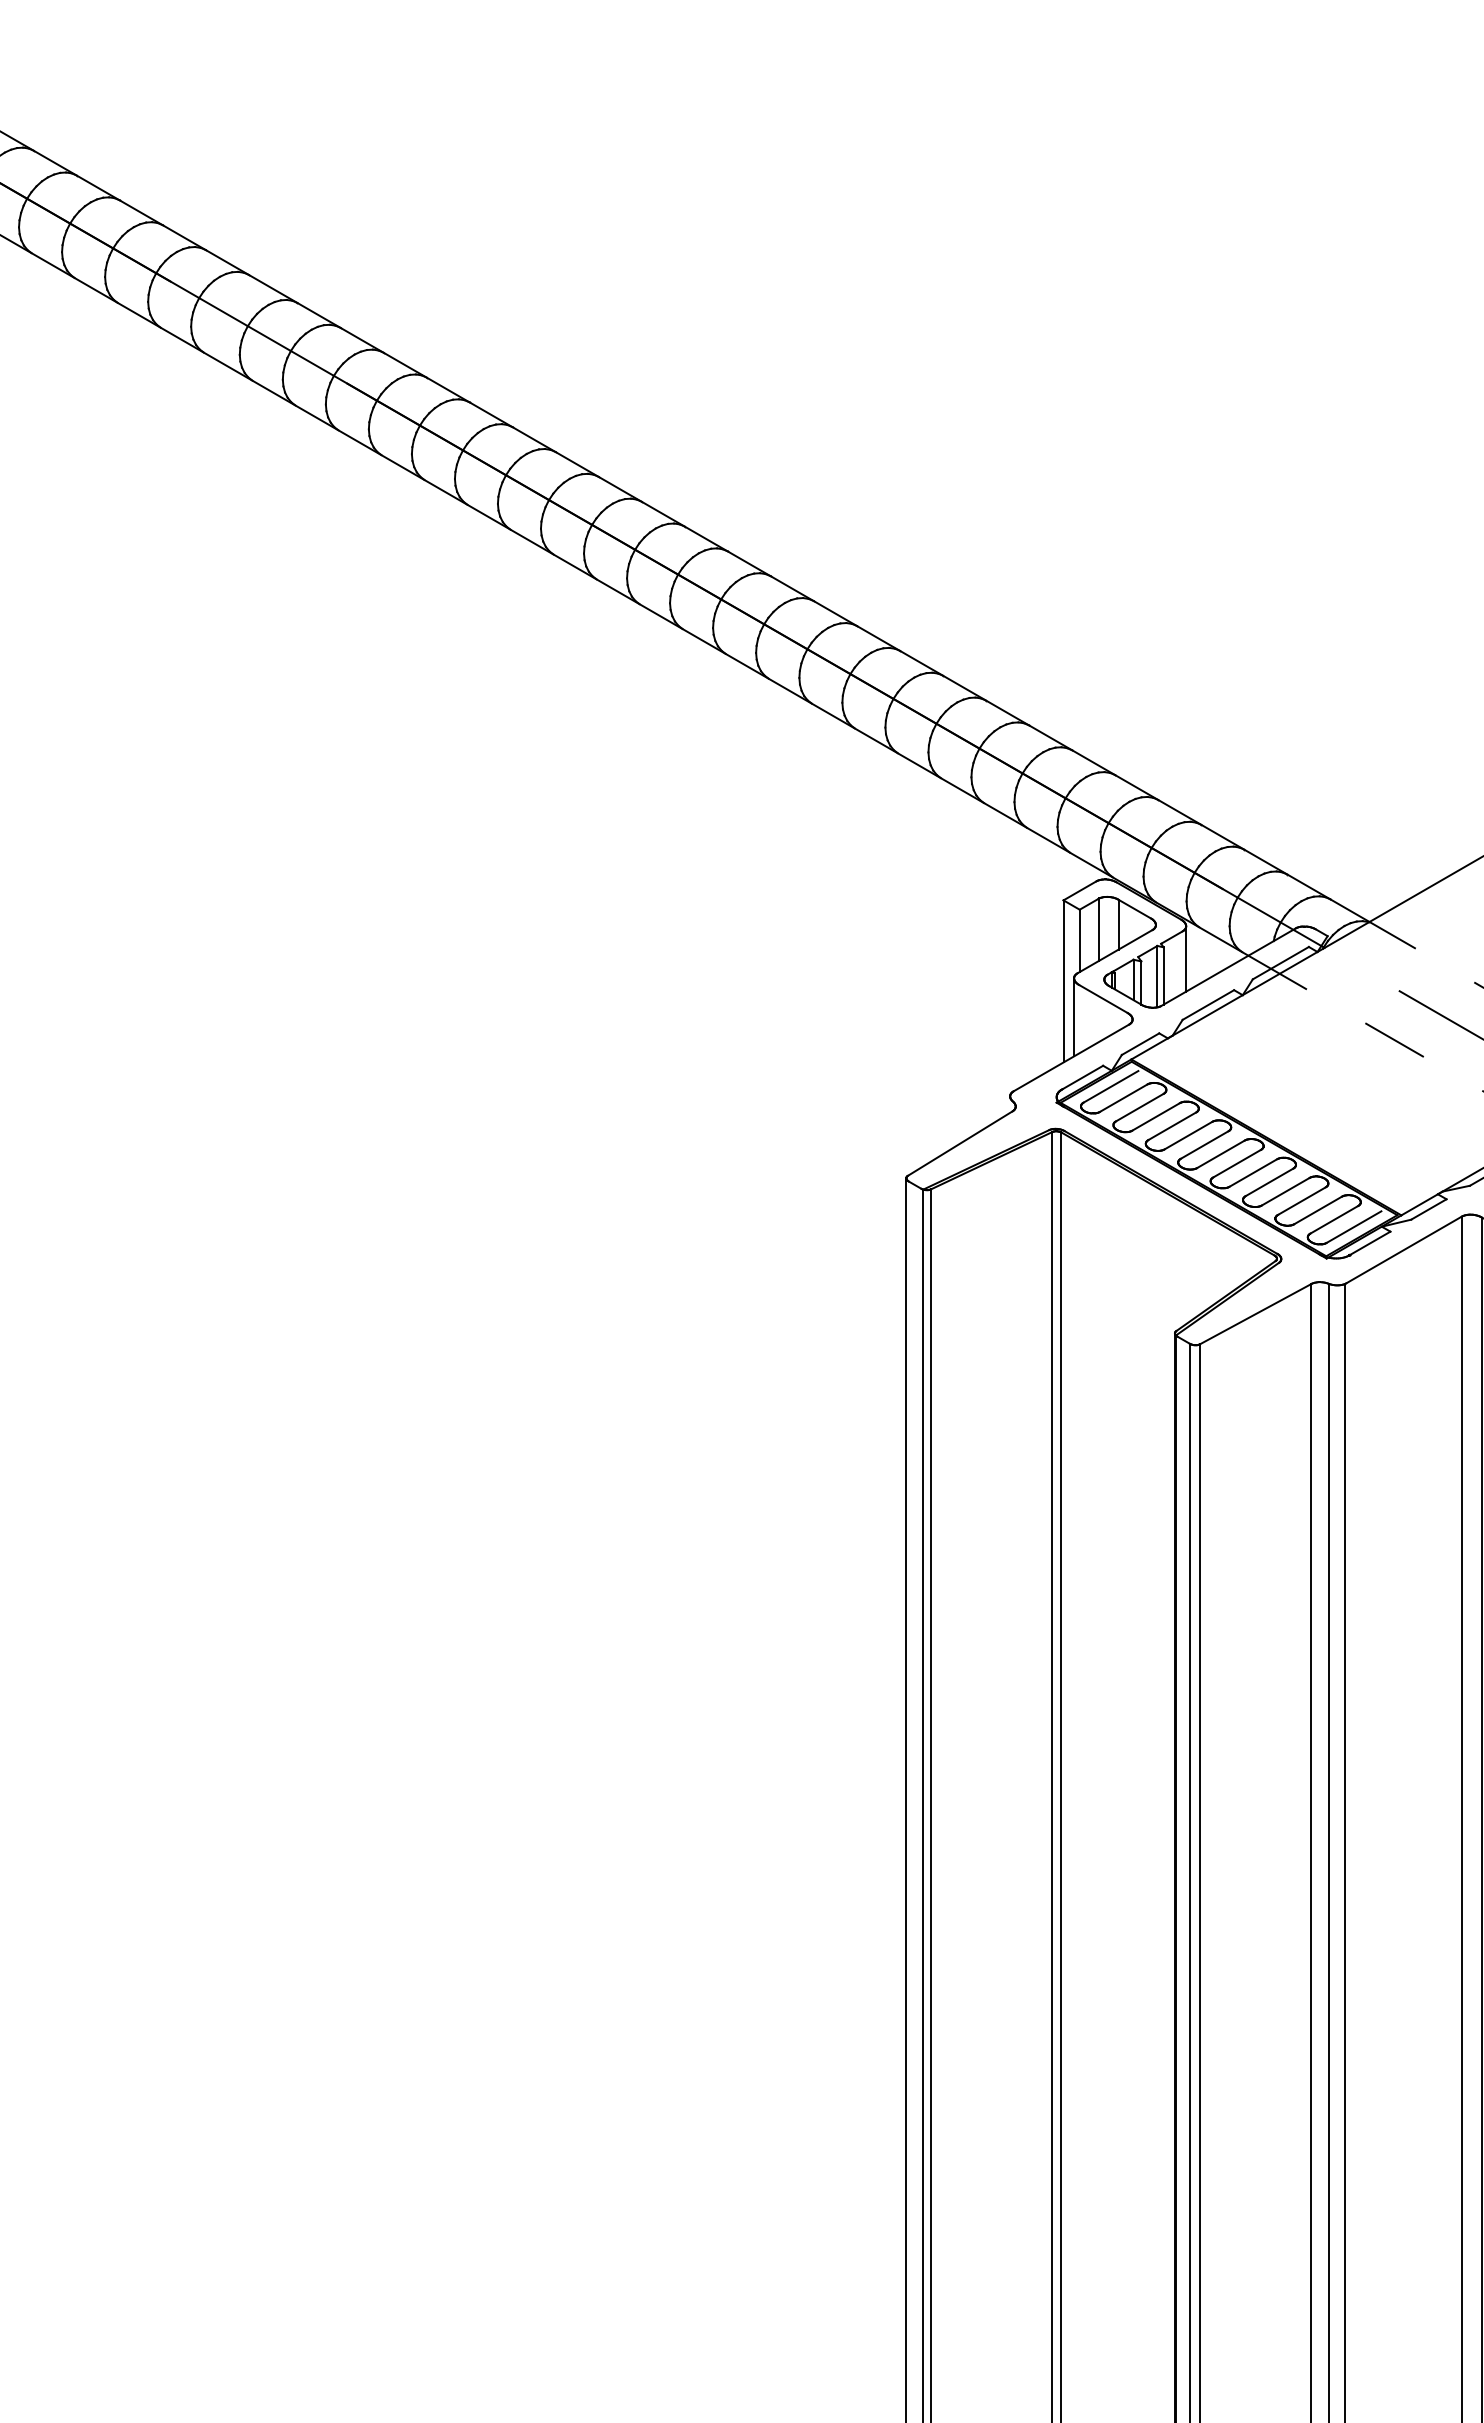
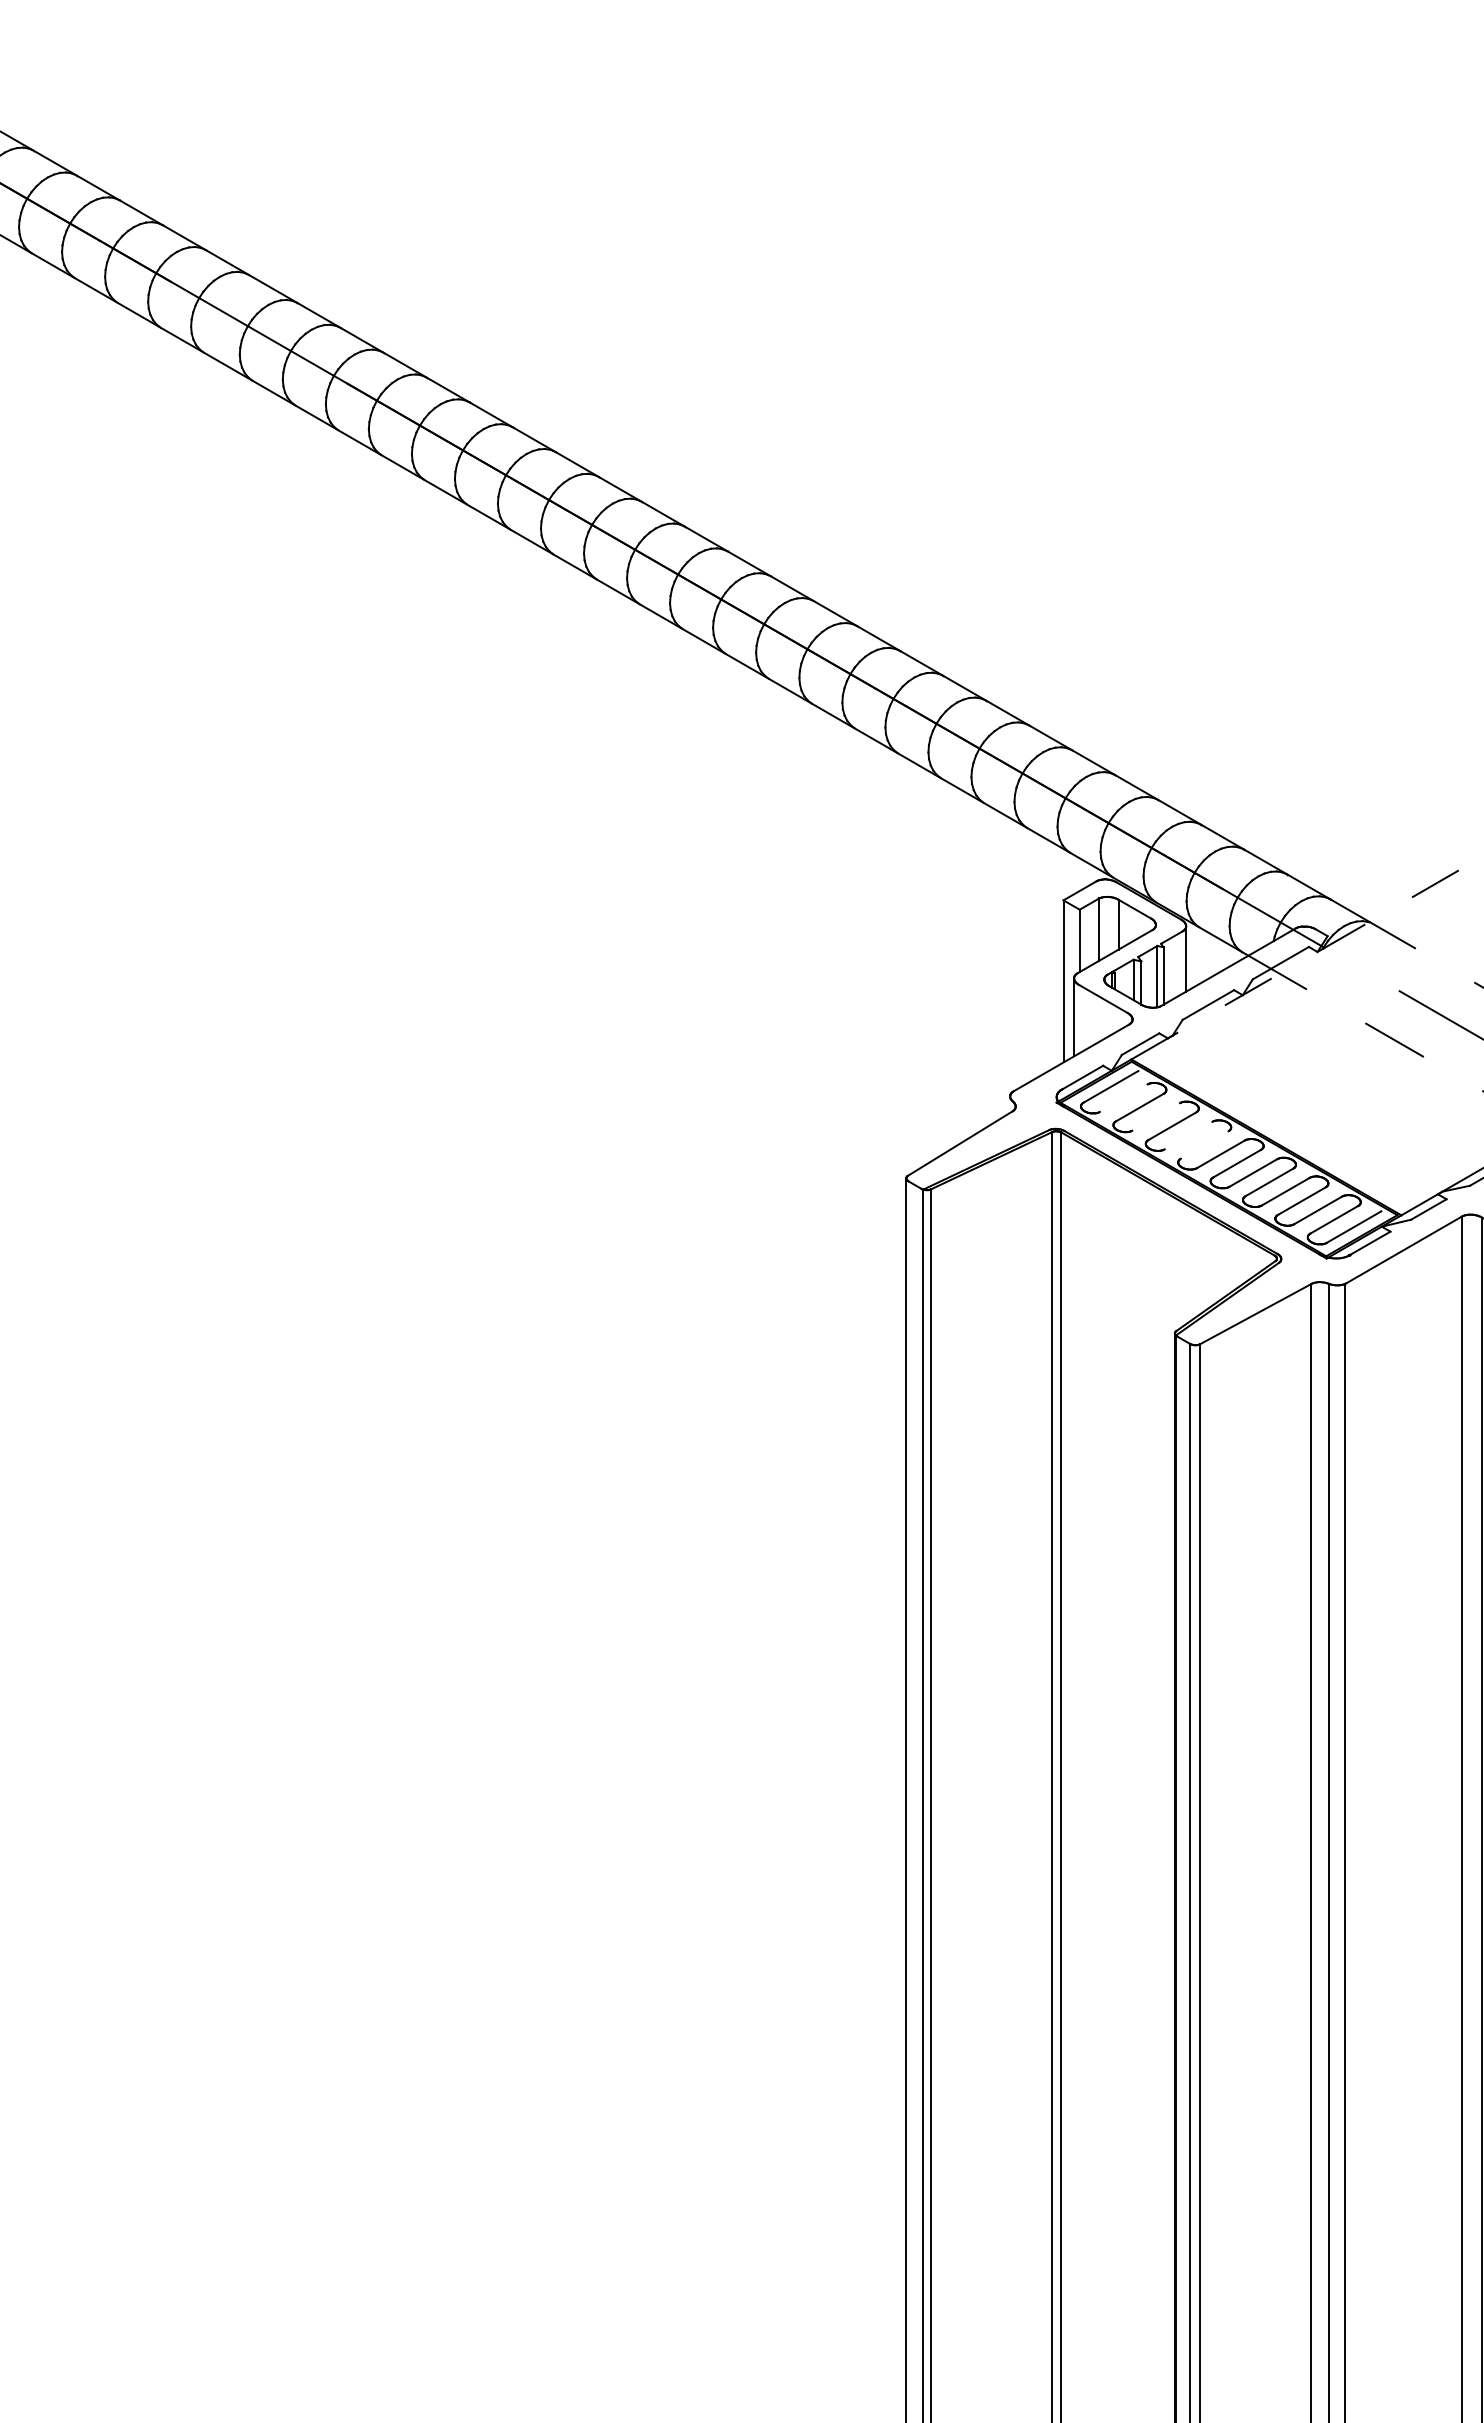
line at (1308, 957): solid -> dashed
line at (1123, 1097): present -> none
line at (1155, 1116): present -> none
line at (1188, 1135): present -> none
line at (1204, 1144): present -> none
